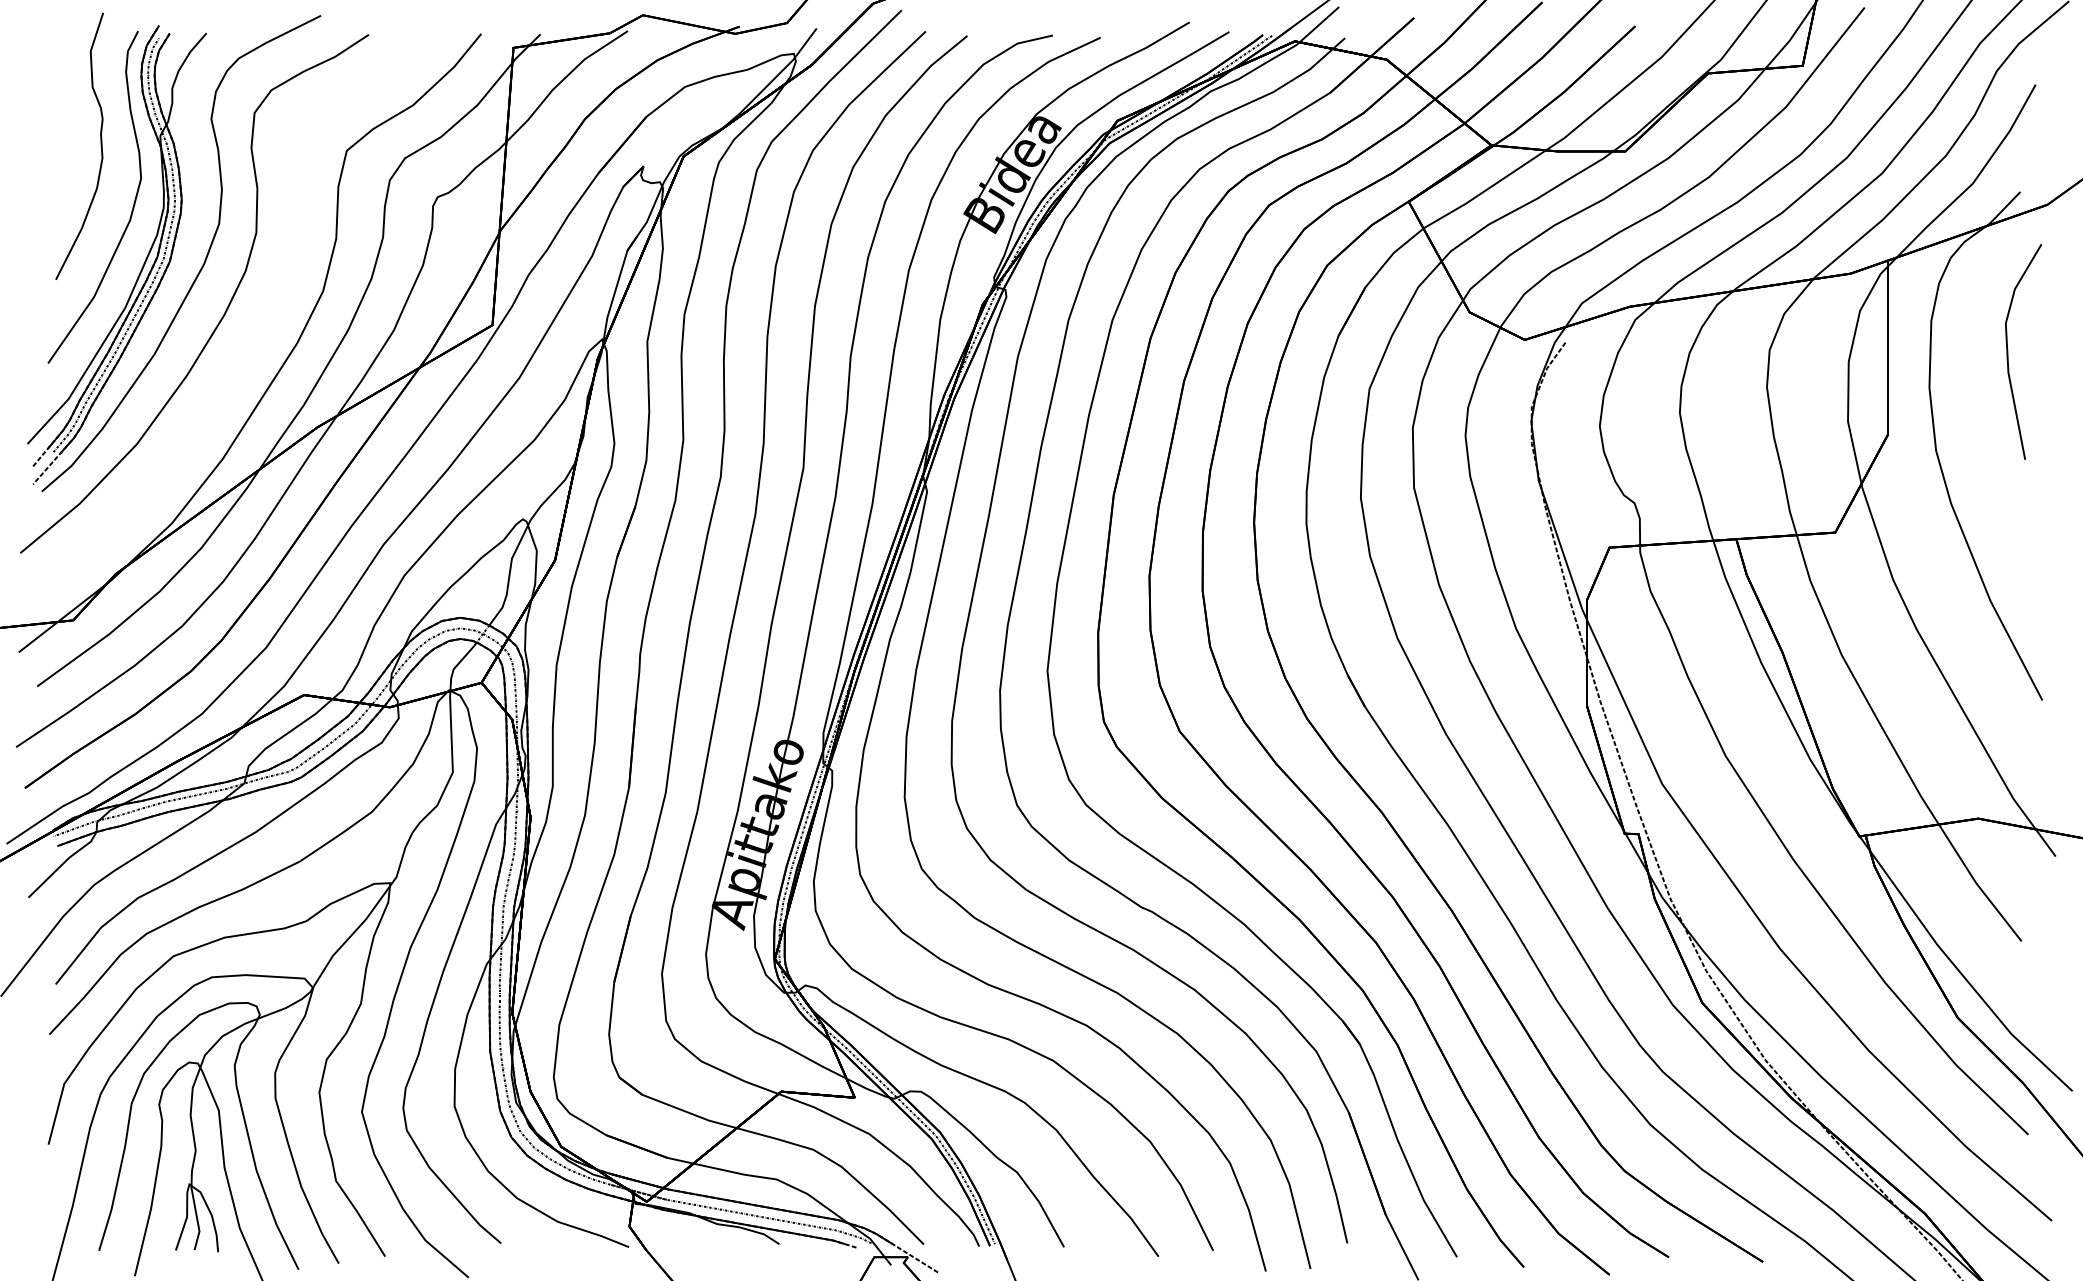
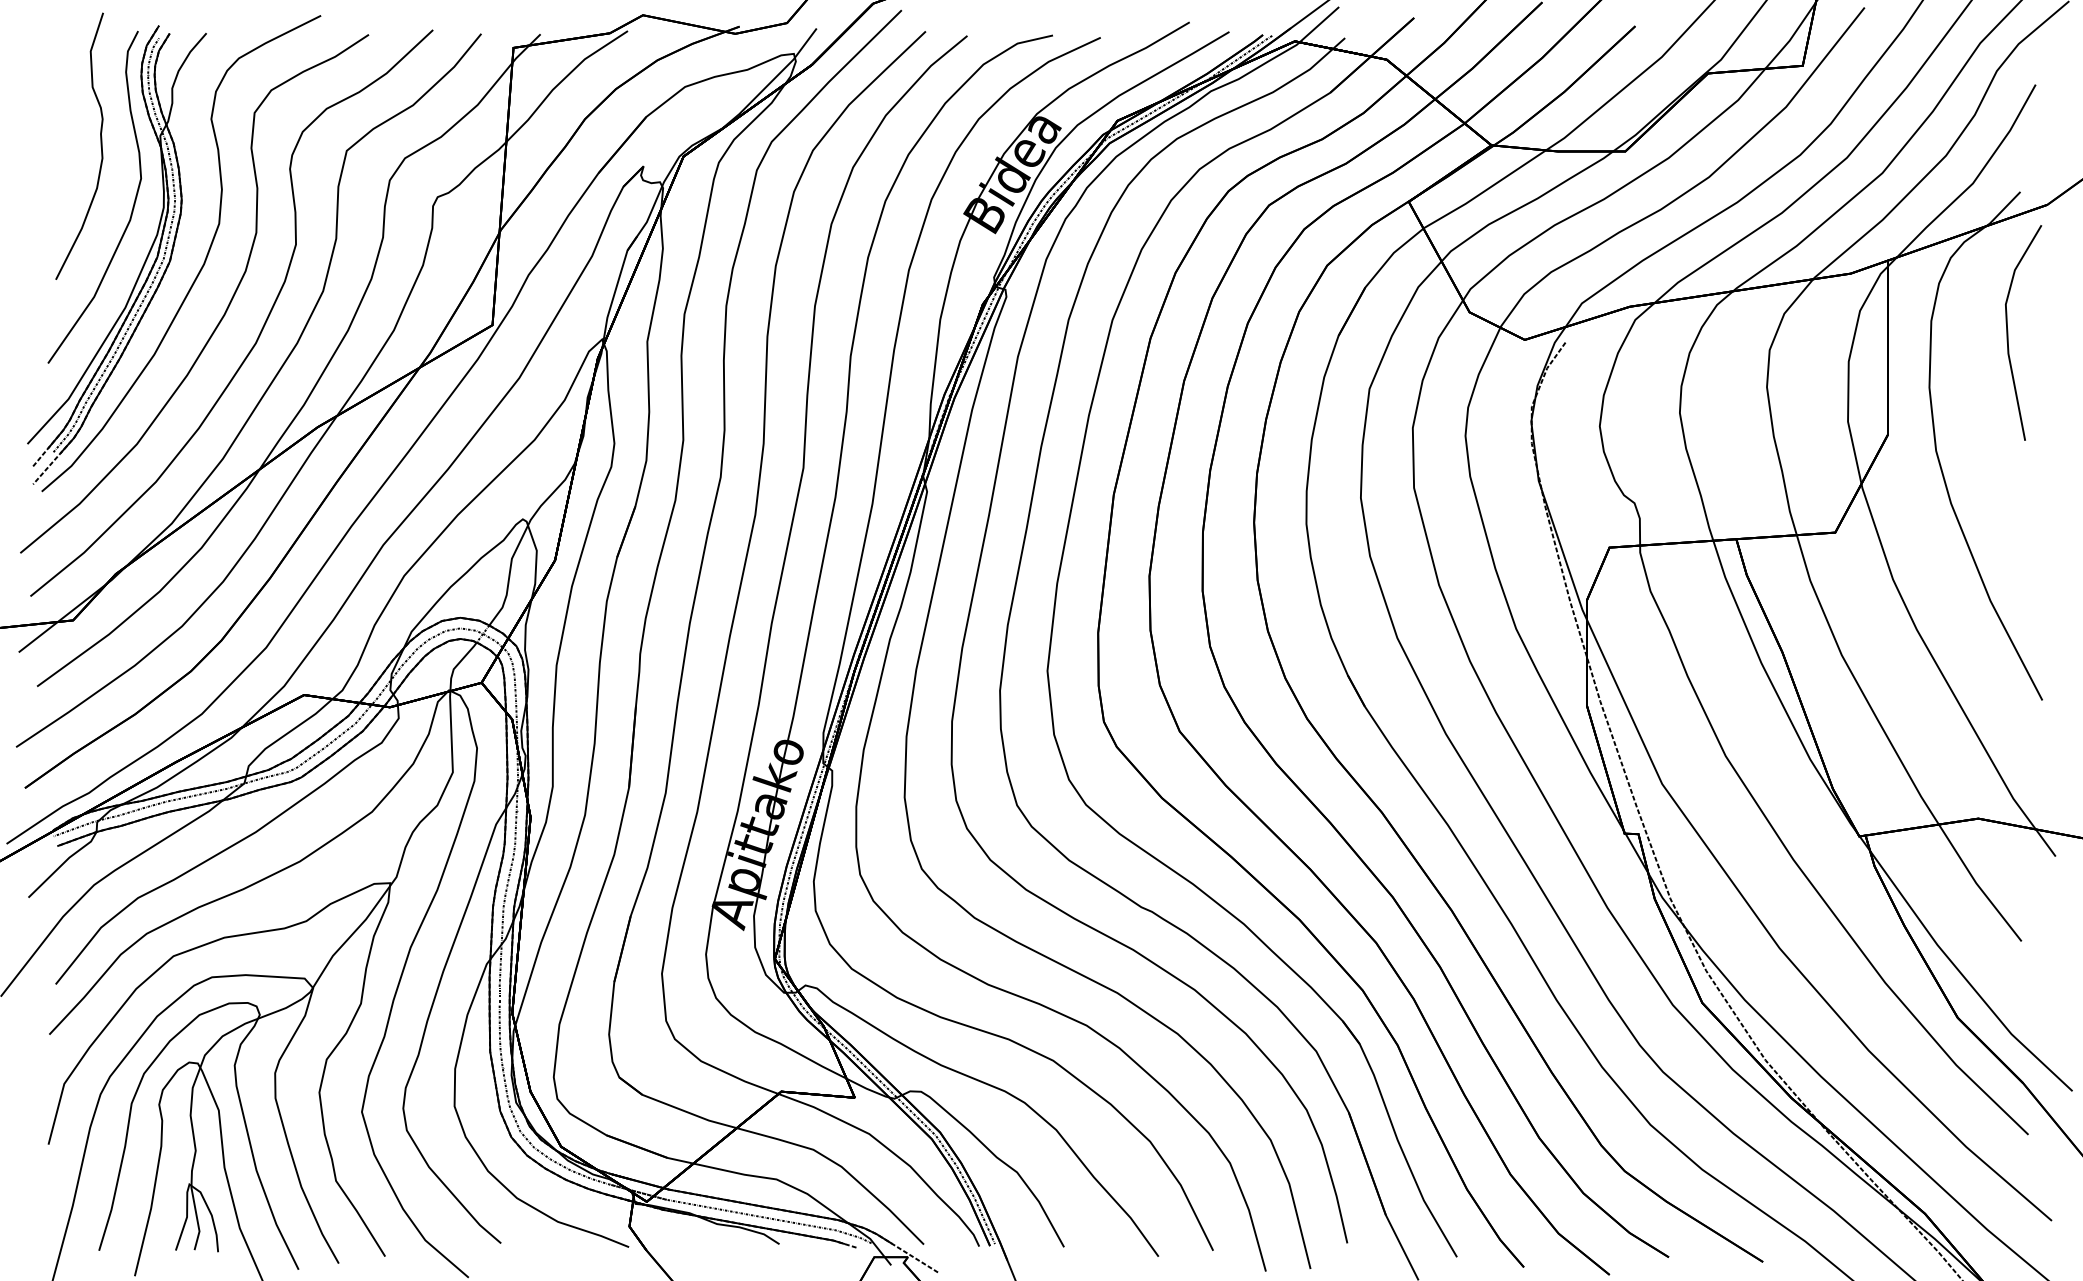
part at (261, 328): none -> present
line at (2008, 351) position: (2008, 351) -> (2008, 332)
